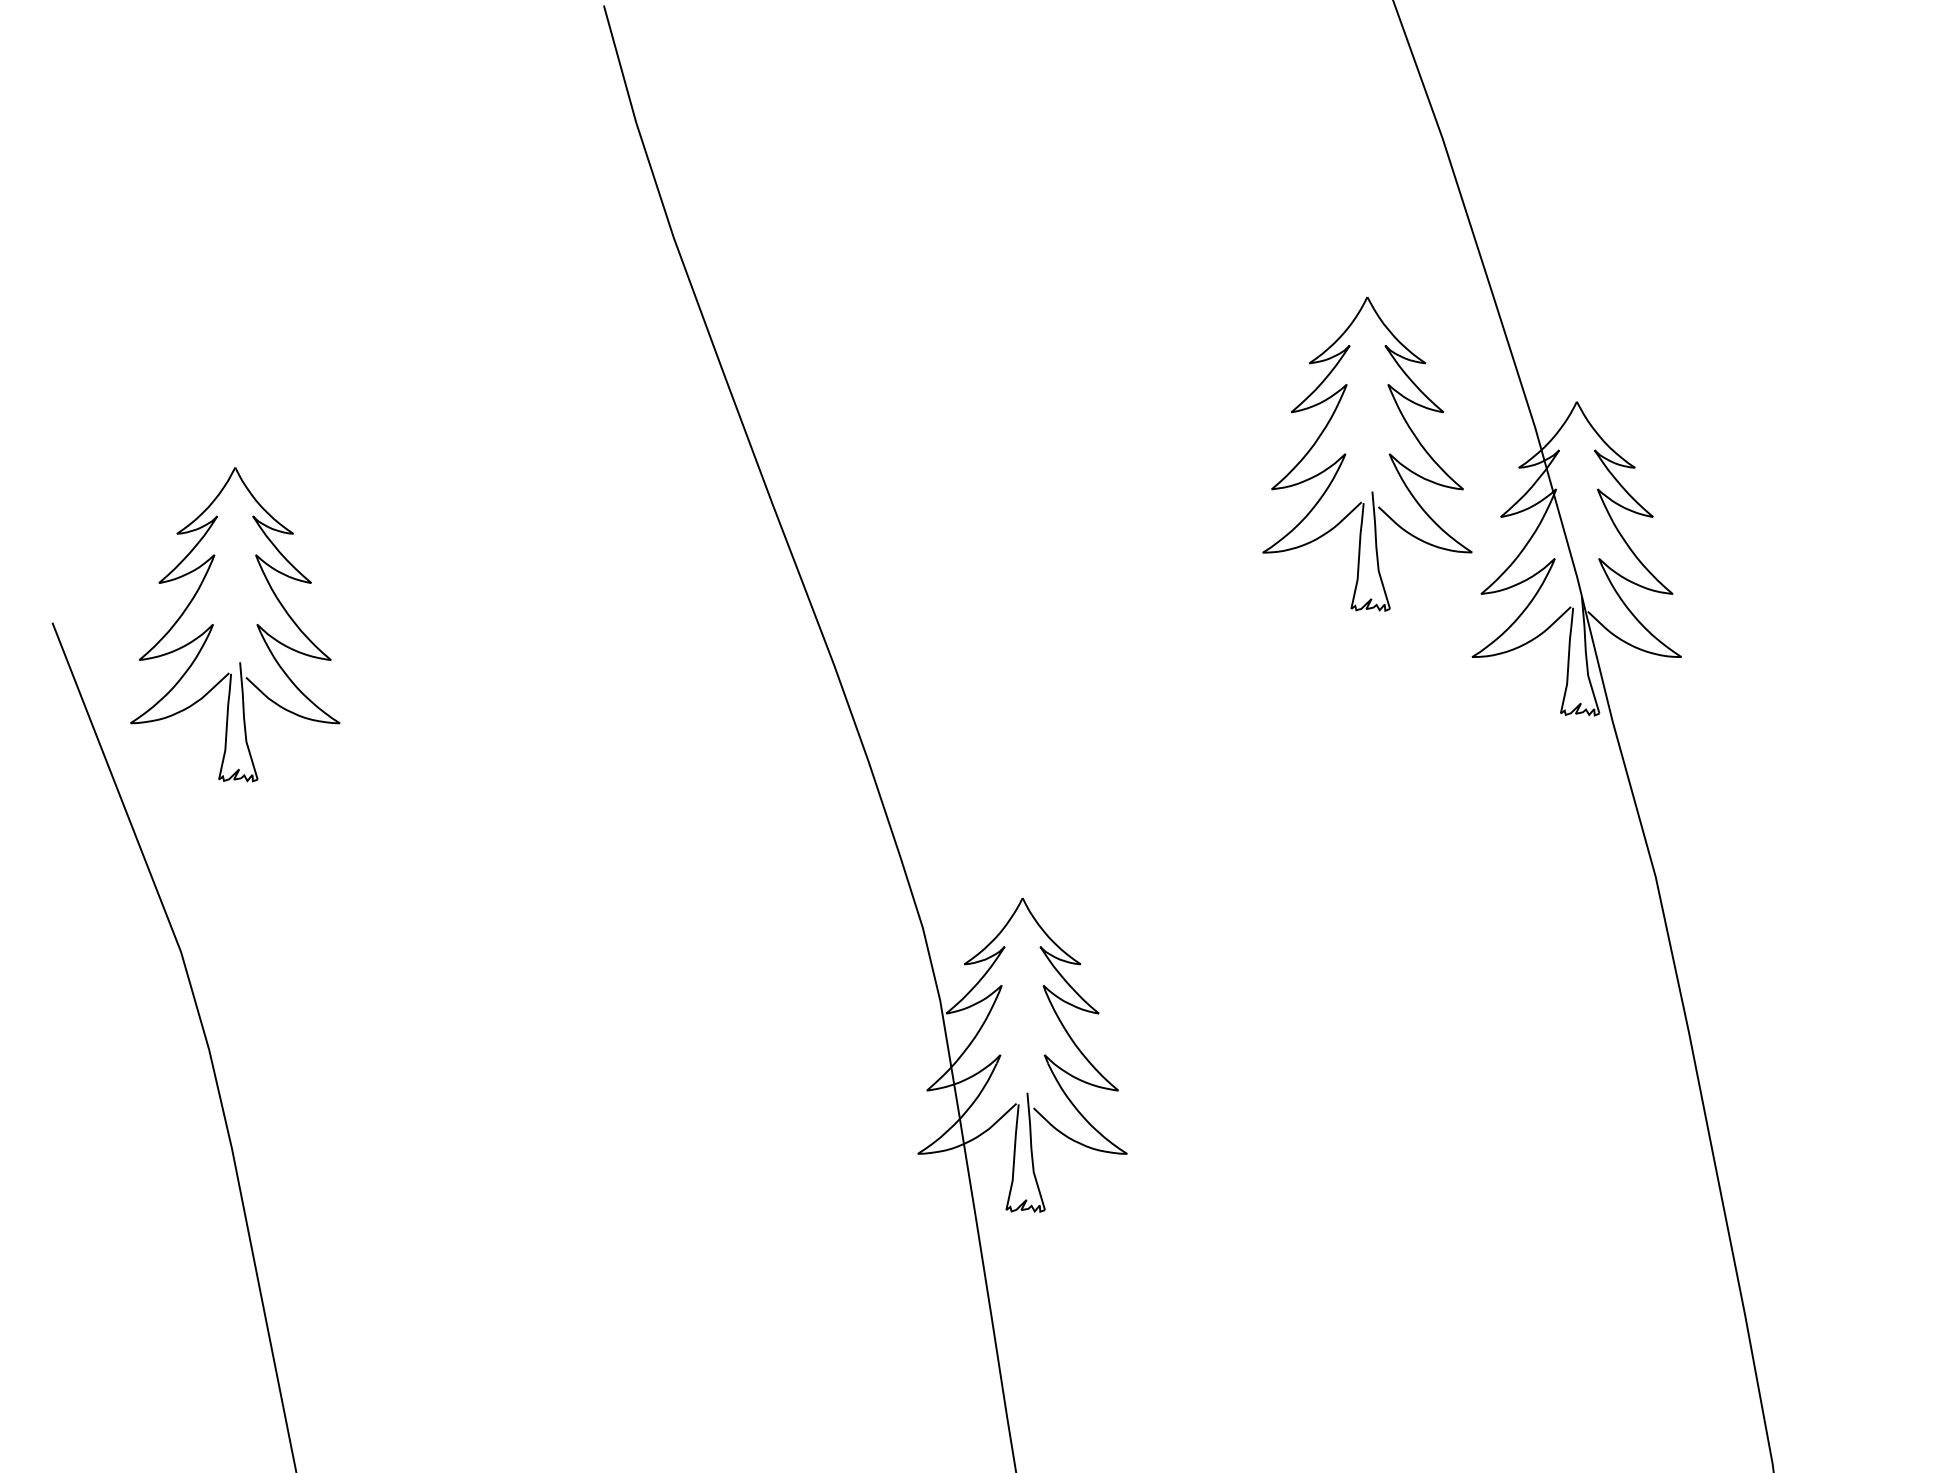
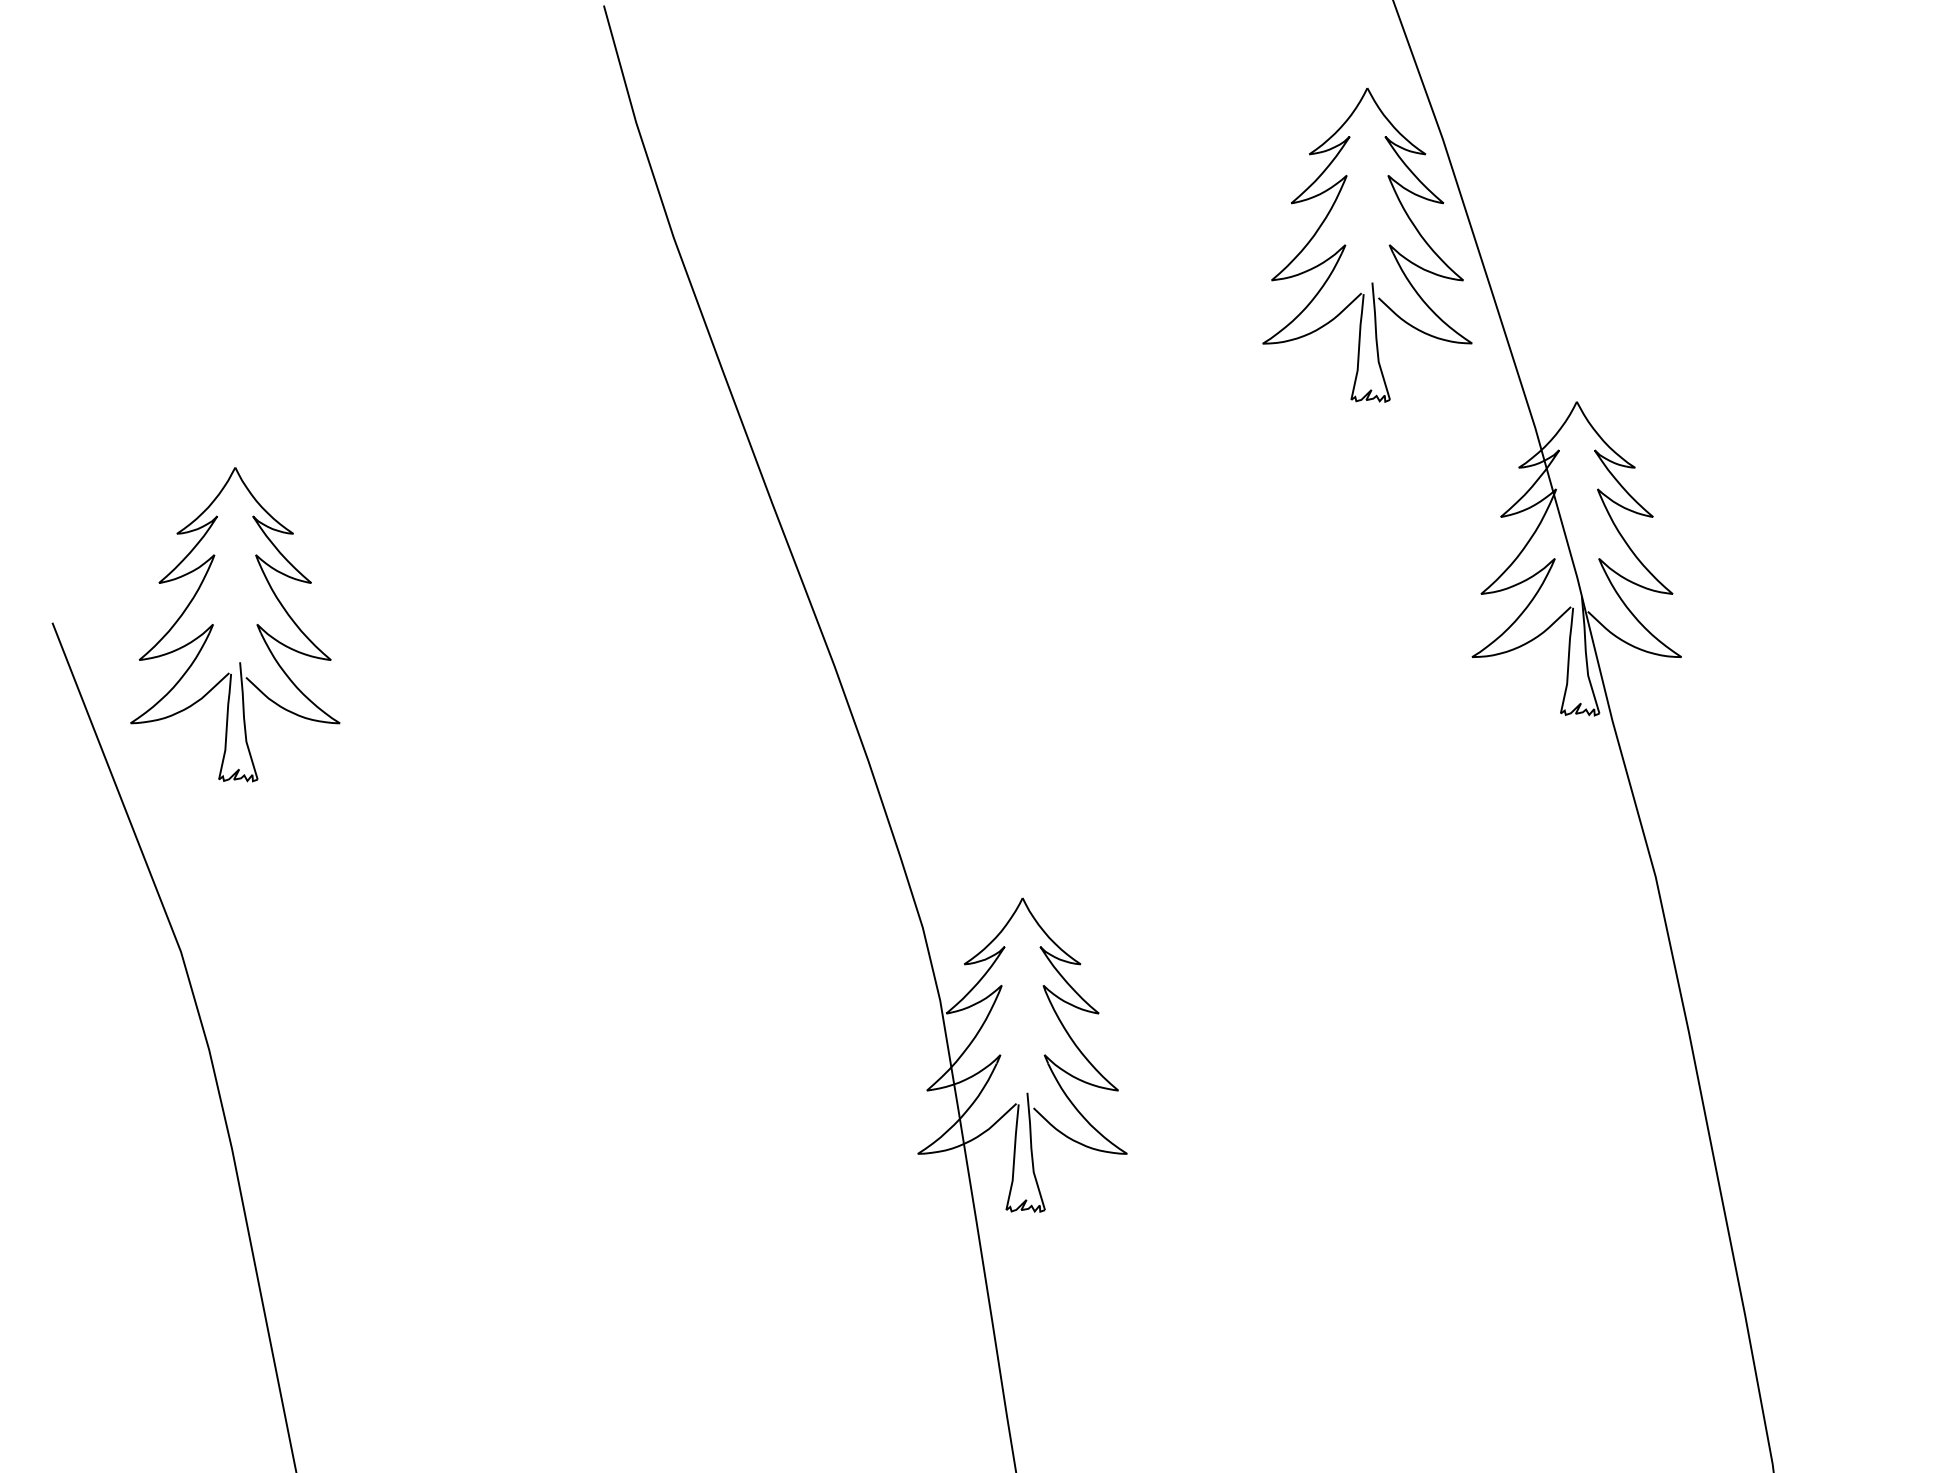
part at (1346, 454) position: (1346, 454) -> (1346, 245)
